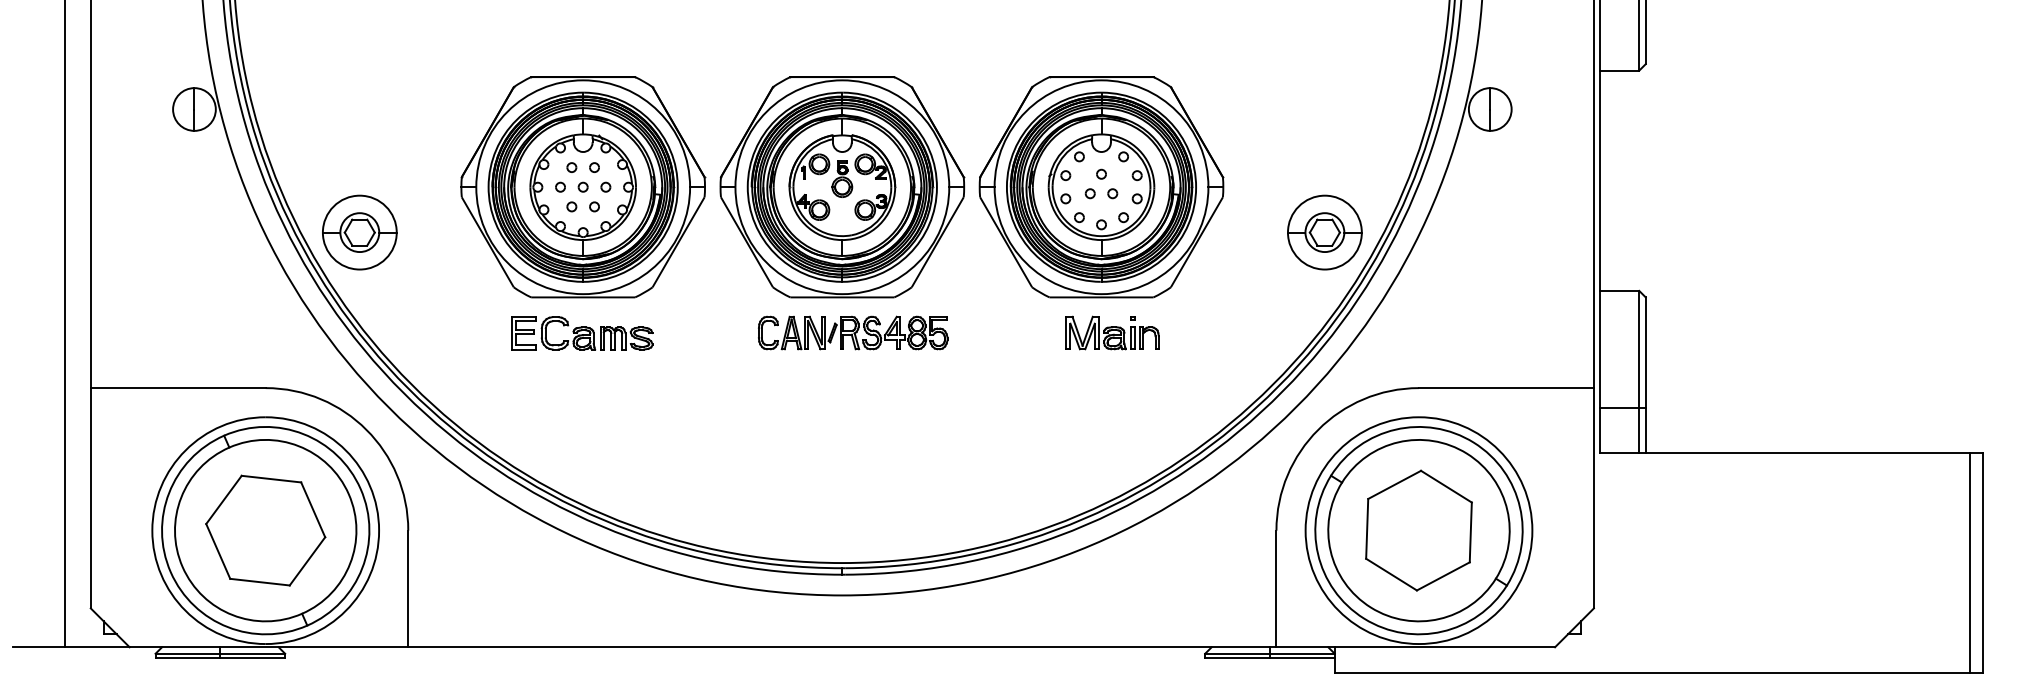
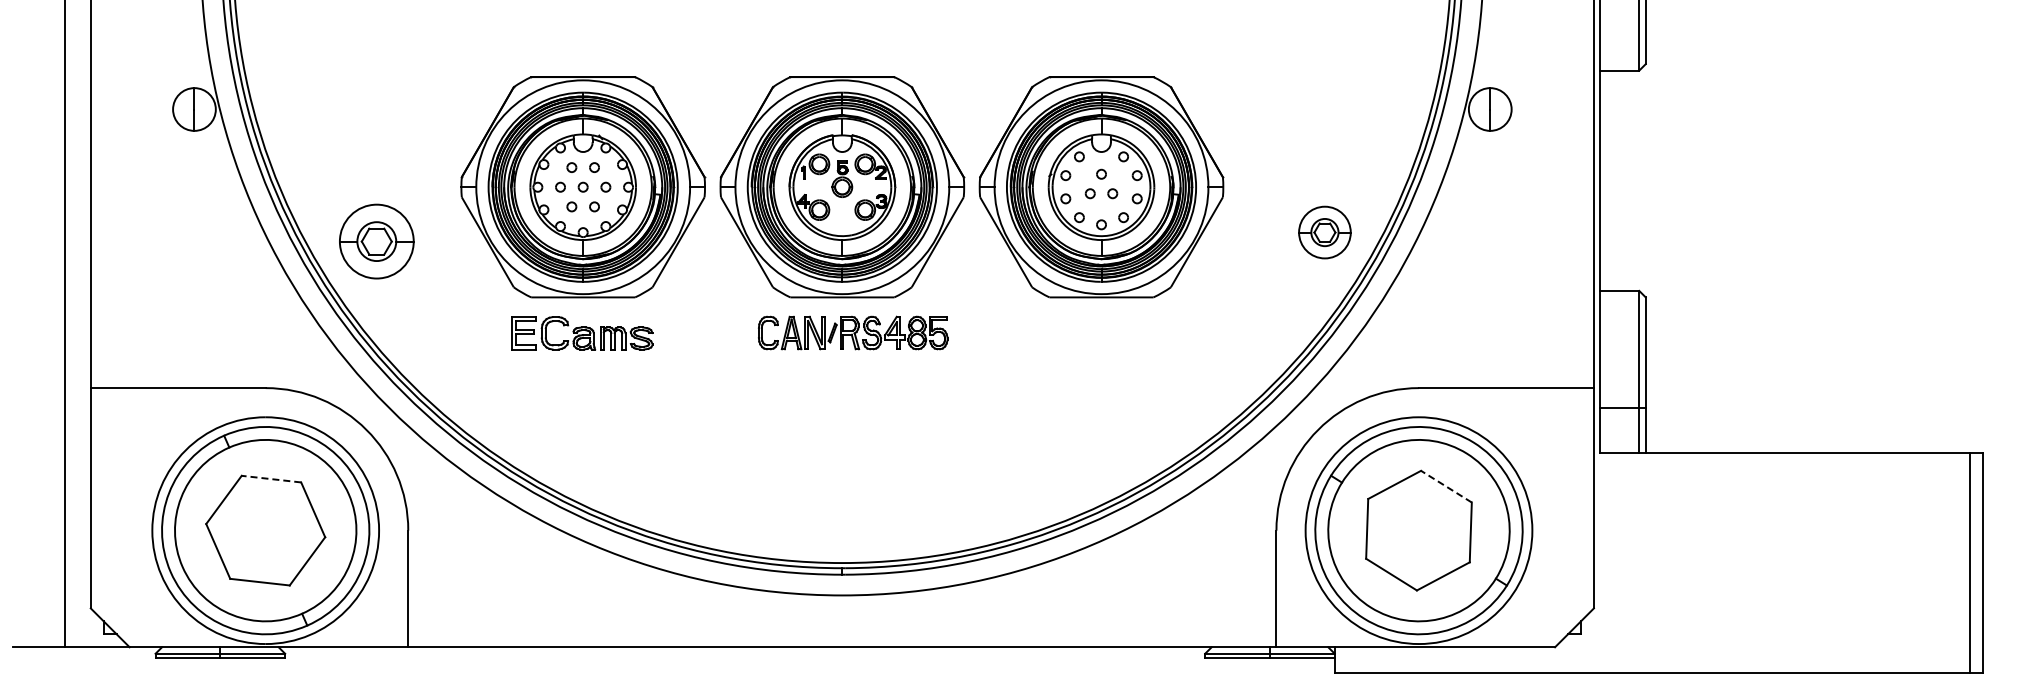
part at (359, 232) position: (359, 232) -> (376, 241)
part at (1324, 232) size: 76x77 px -> 54x55 px
part at (1112, 332): present -> none
line at (271, 479): solid -> dashed
line at (1446, 486): solid -> dashed
